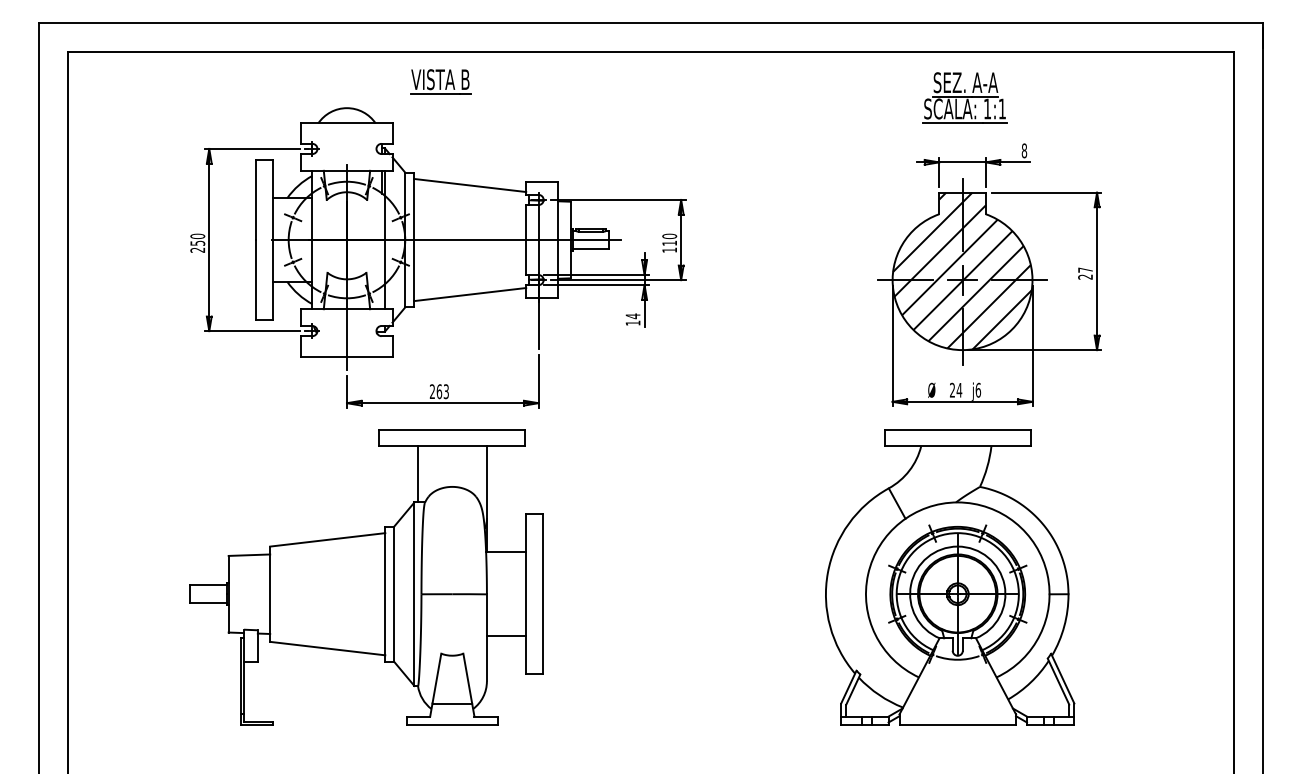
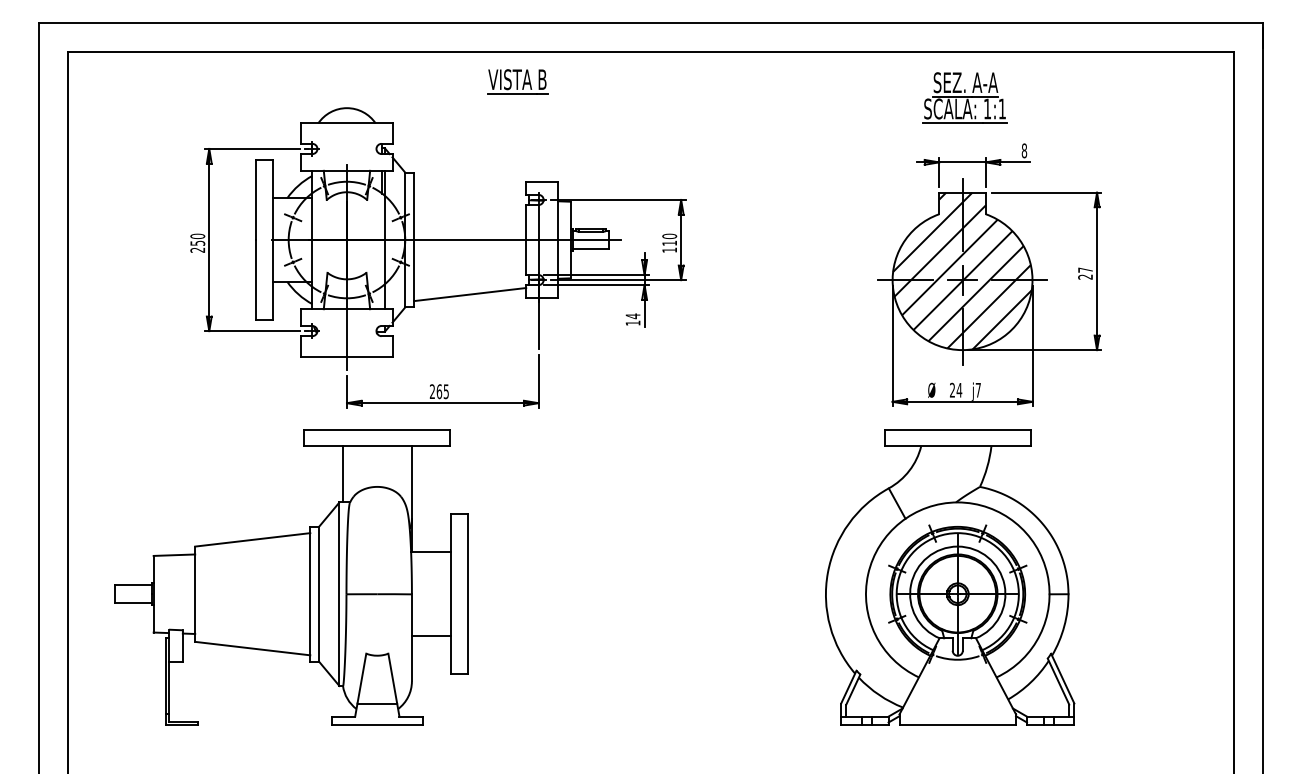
part at (440, 81) position: (440, 81) -> (517, 81)
line at (470, 185): present -> none
text at (978, 389): j6 -> j7
text at (446, 391): 263 -> 265
part at (366, 577) position: (366, 577) -> (291, 577)
